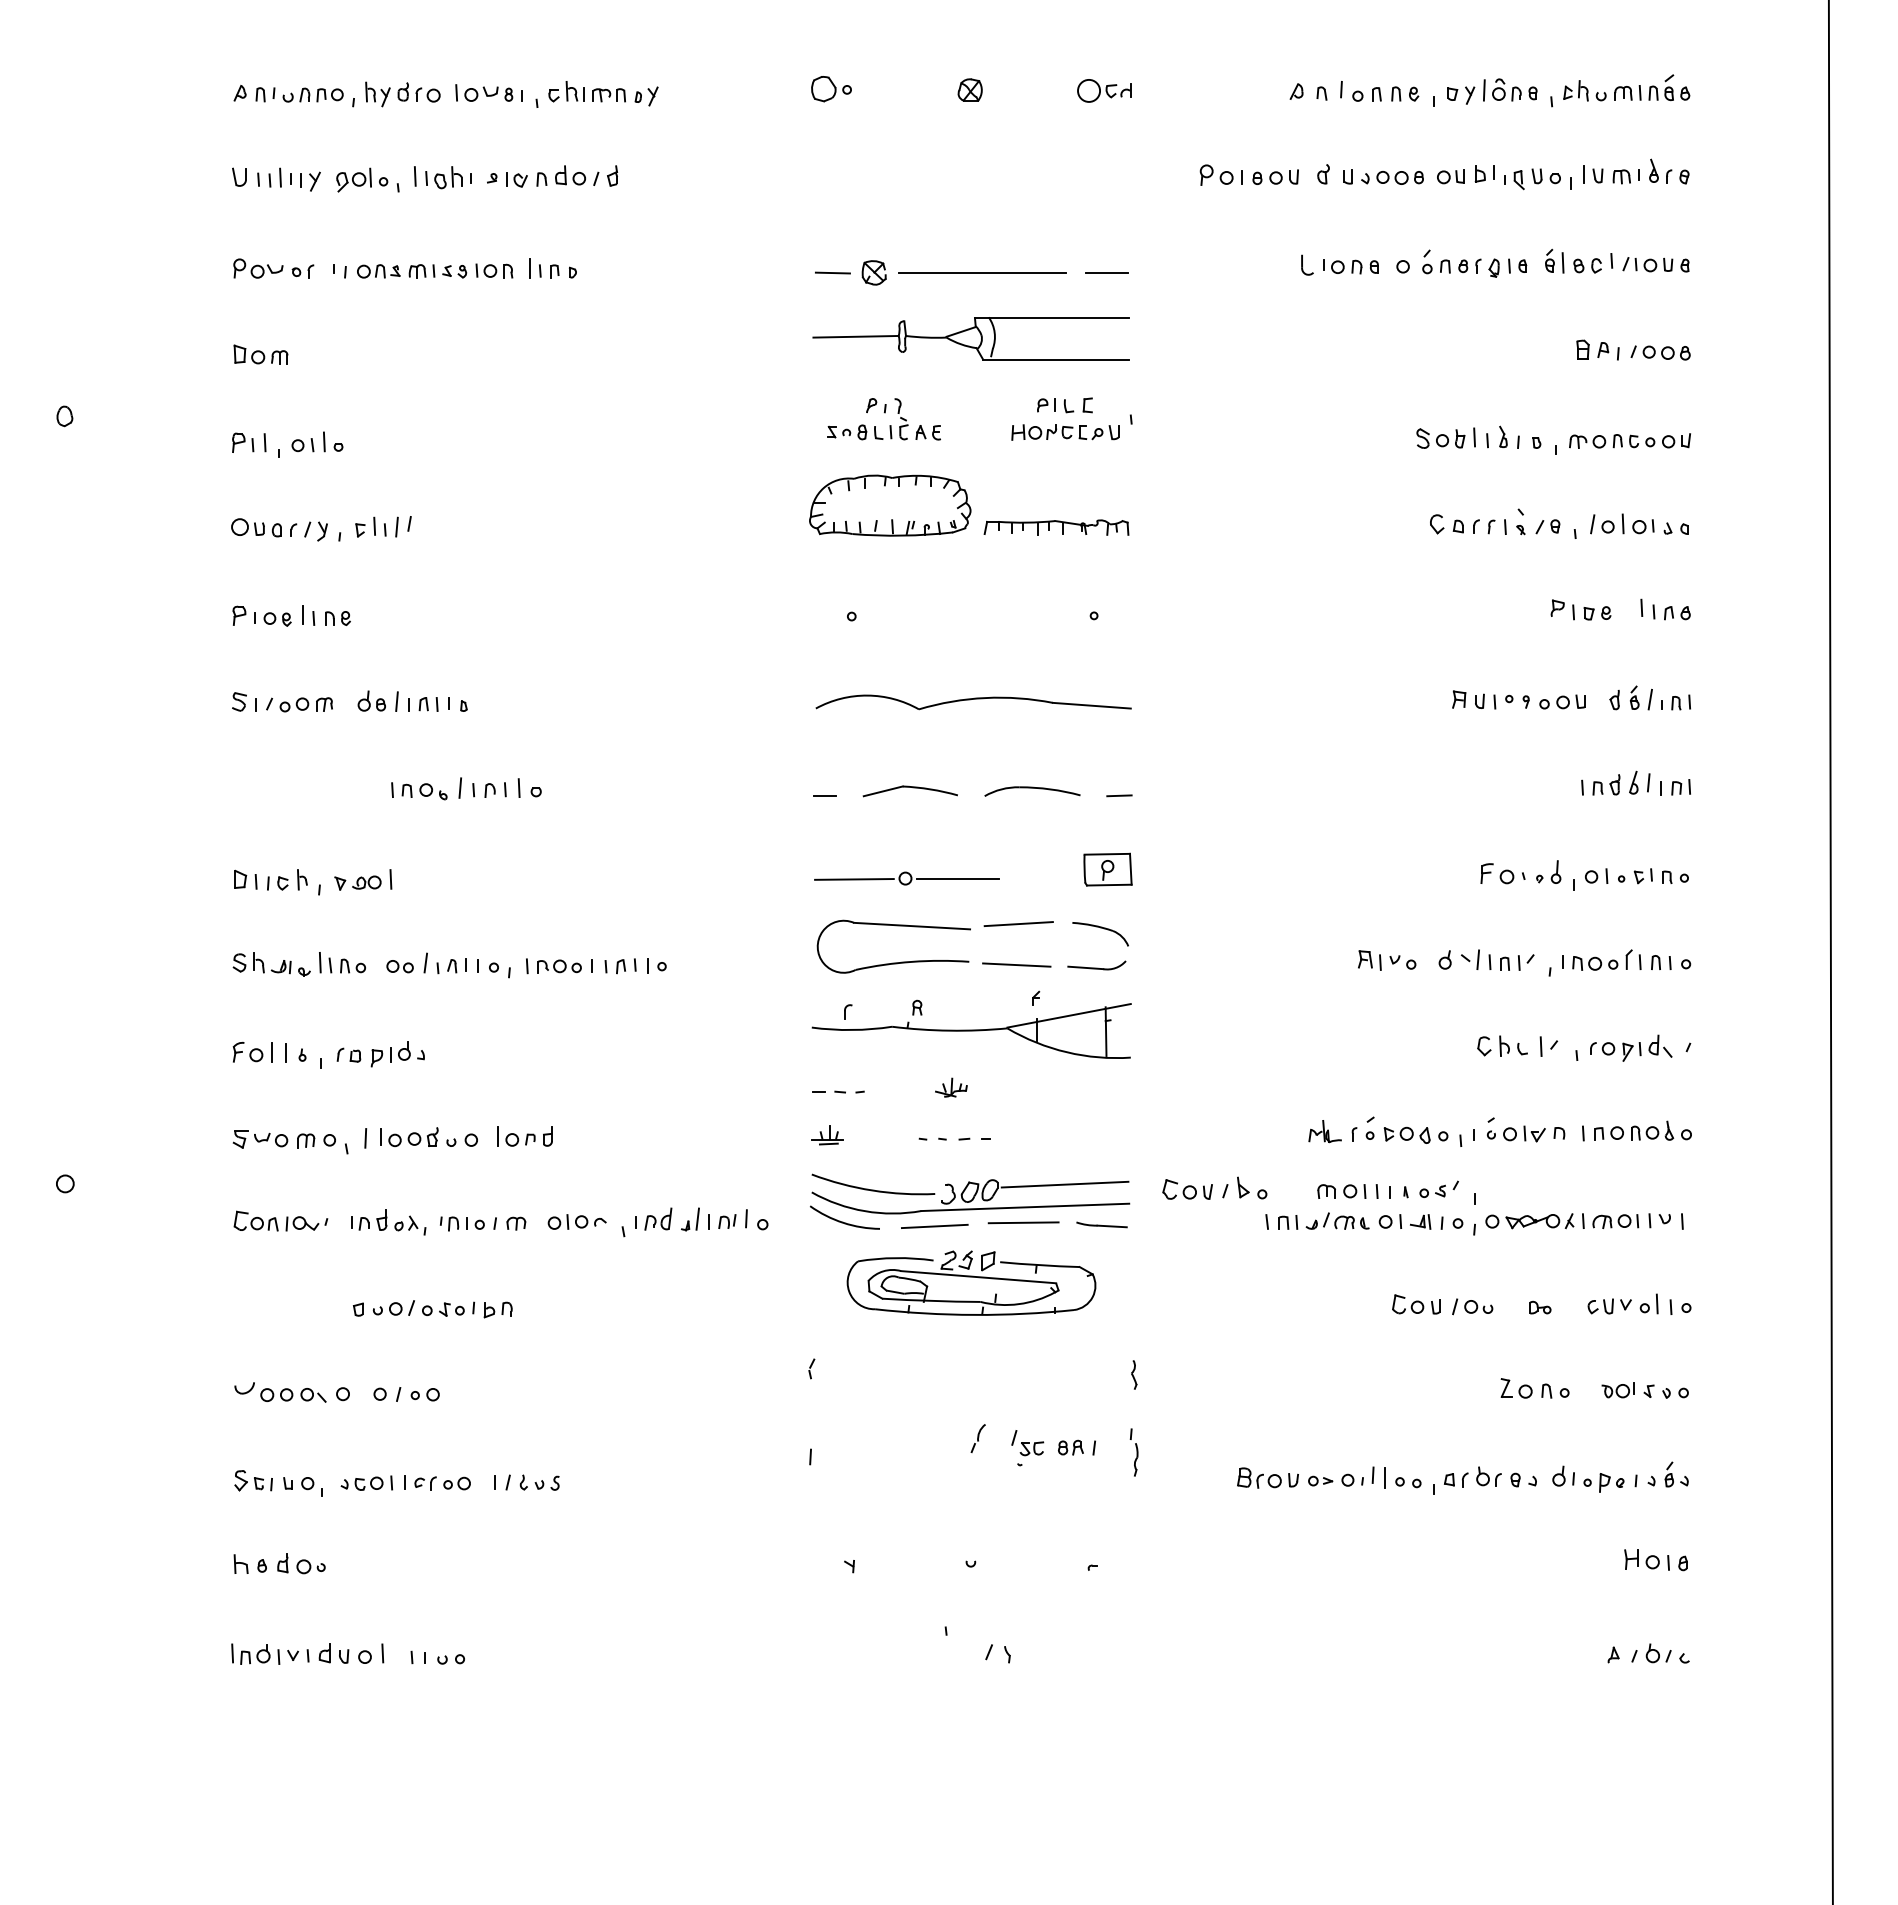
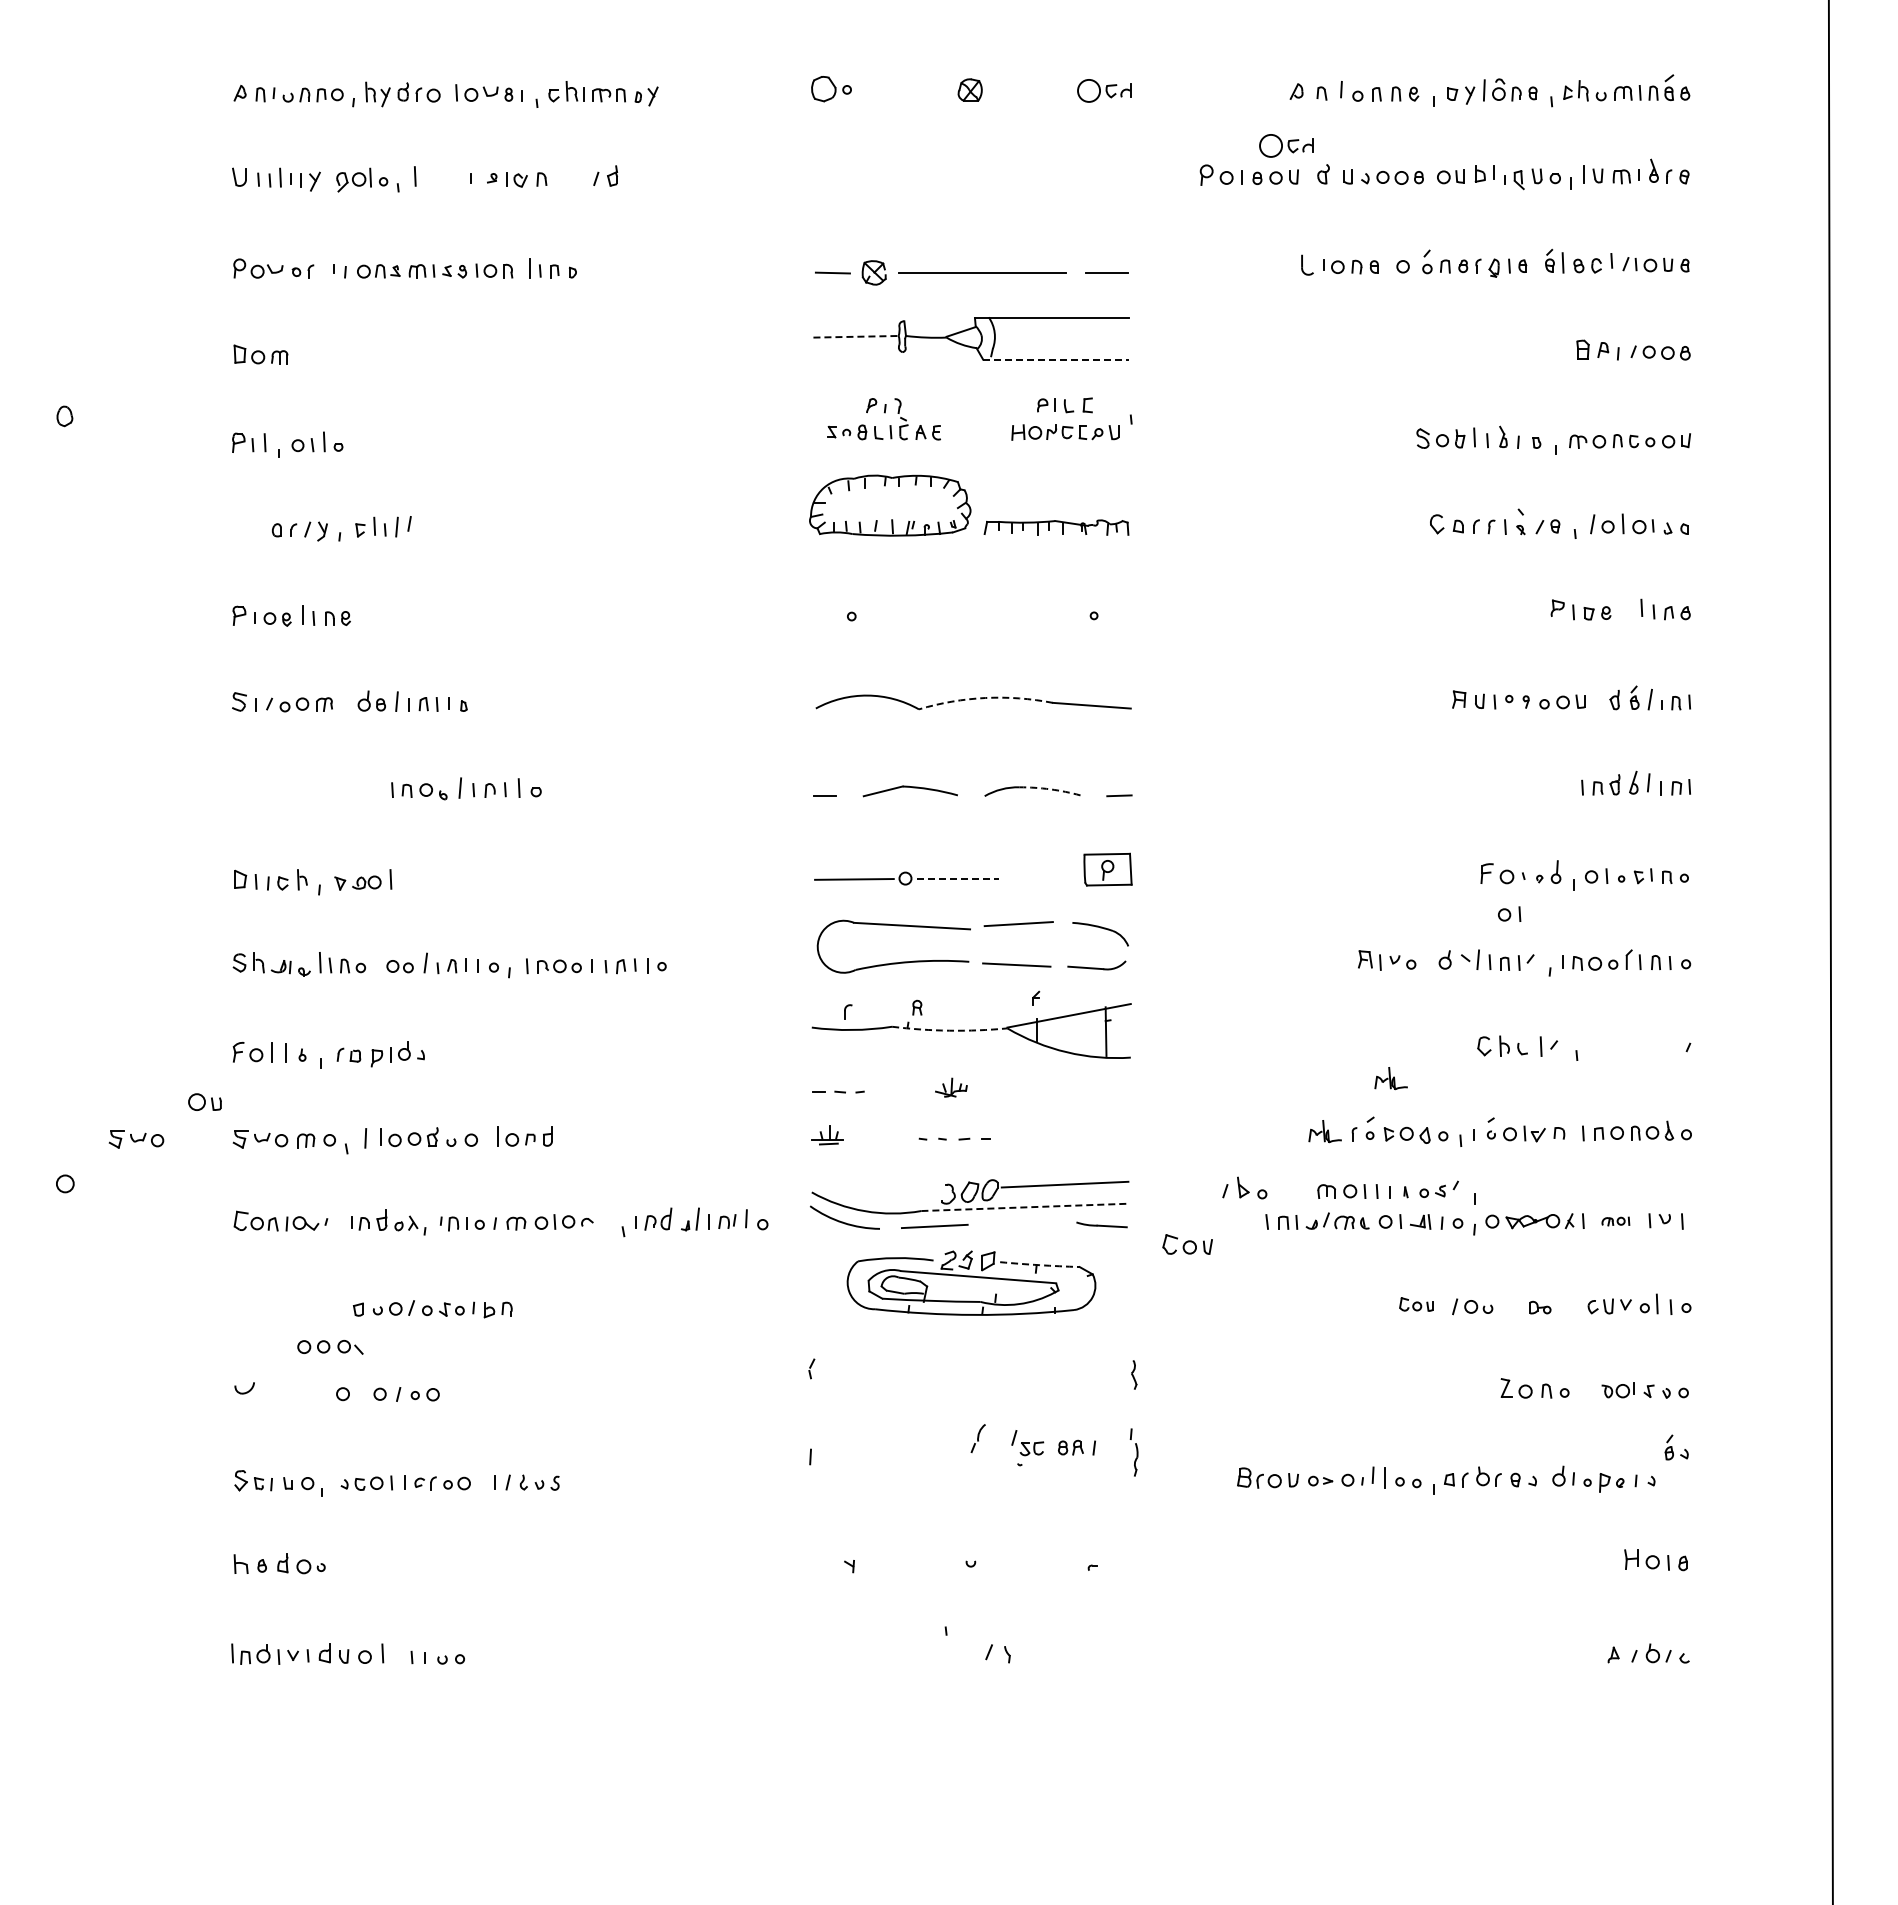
part at (1286, 145): none -> present
part at (570, 175): present -> none
part at (443, 177): present -> none
line at (856, 336): solid -> dashed
line at (1056, 359): solid -> dashed
part at (247, 526) position: (247, 526) -> (204, 1101)
arc at (985, 698): solid -> dashed
arc at (1050, 789): solid -> dashed
line at (957, 879): solid -> dashed
part at (1509, 913): none -> present
arc at (949, 1030): solid -> dashed
part at (1631, 1047): present -> none
part at (1390, 1078): none -> present
part at (136, 1139): none -> present
arc at (873, 1189): present -> none
part at (1187, 1189) position: (1187, 1189) -> (1187, 1244)
line at (1025, 1207): solid -> dashed
part at (576, 1221) position: (576, 1221) -> (563, 1221)
part at (1615, 1221) size: 48x15 px -> 30x11 px
line at (1023, 1222): present -> none
arc at (1039, 1265): solid -> dashed
part at (1416, 1304) size: 49x21 px -> 35x15 px
part at (293, 1395) position: (293, 1395) -> (330, 1347)
part at (1676, 1474) position: (1676, 1474) -> (1676, 1447)
